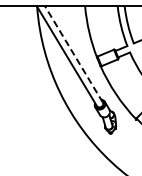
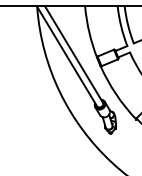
line at (73, 53): dashed -> solid
